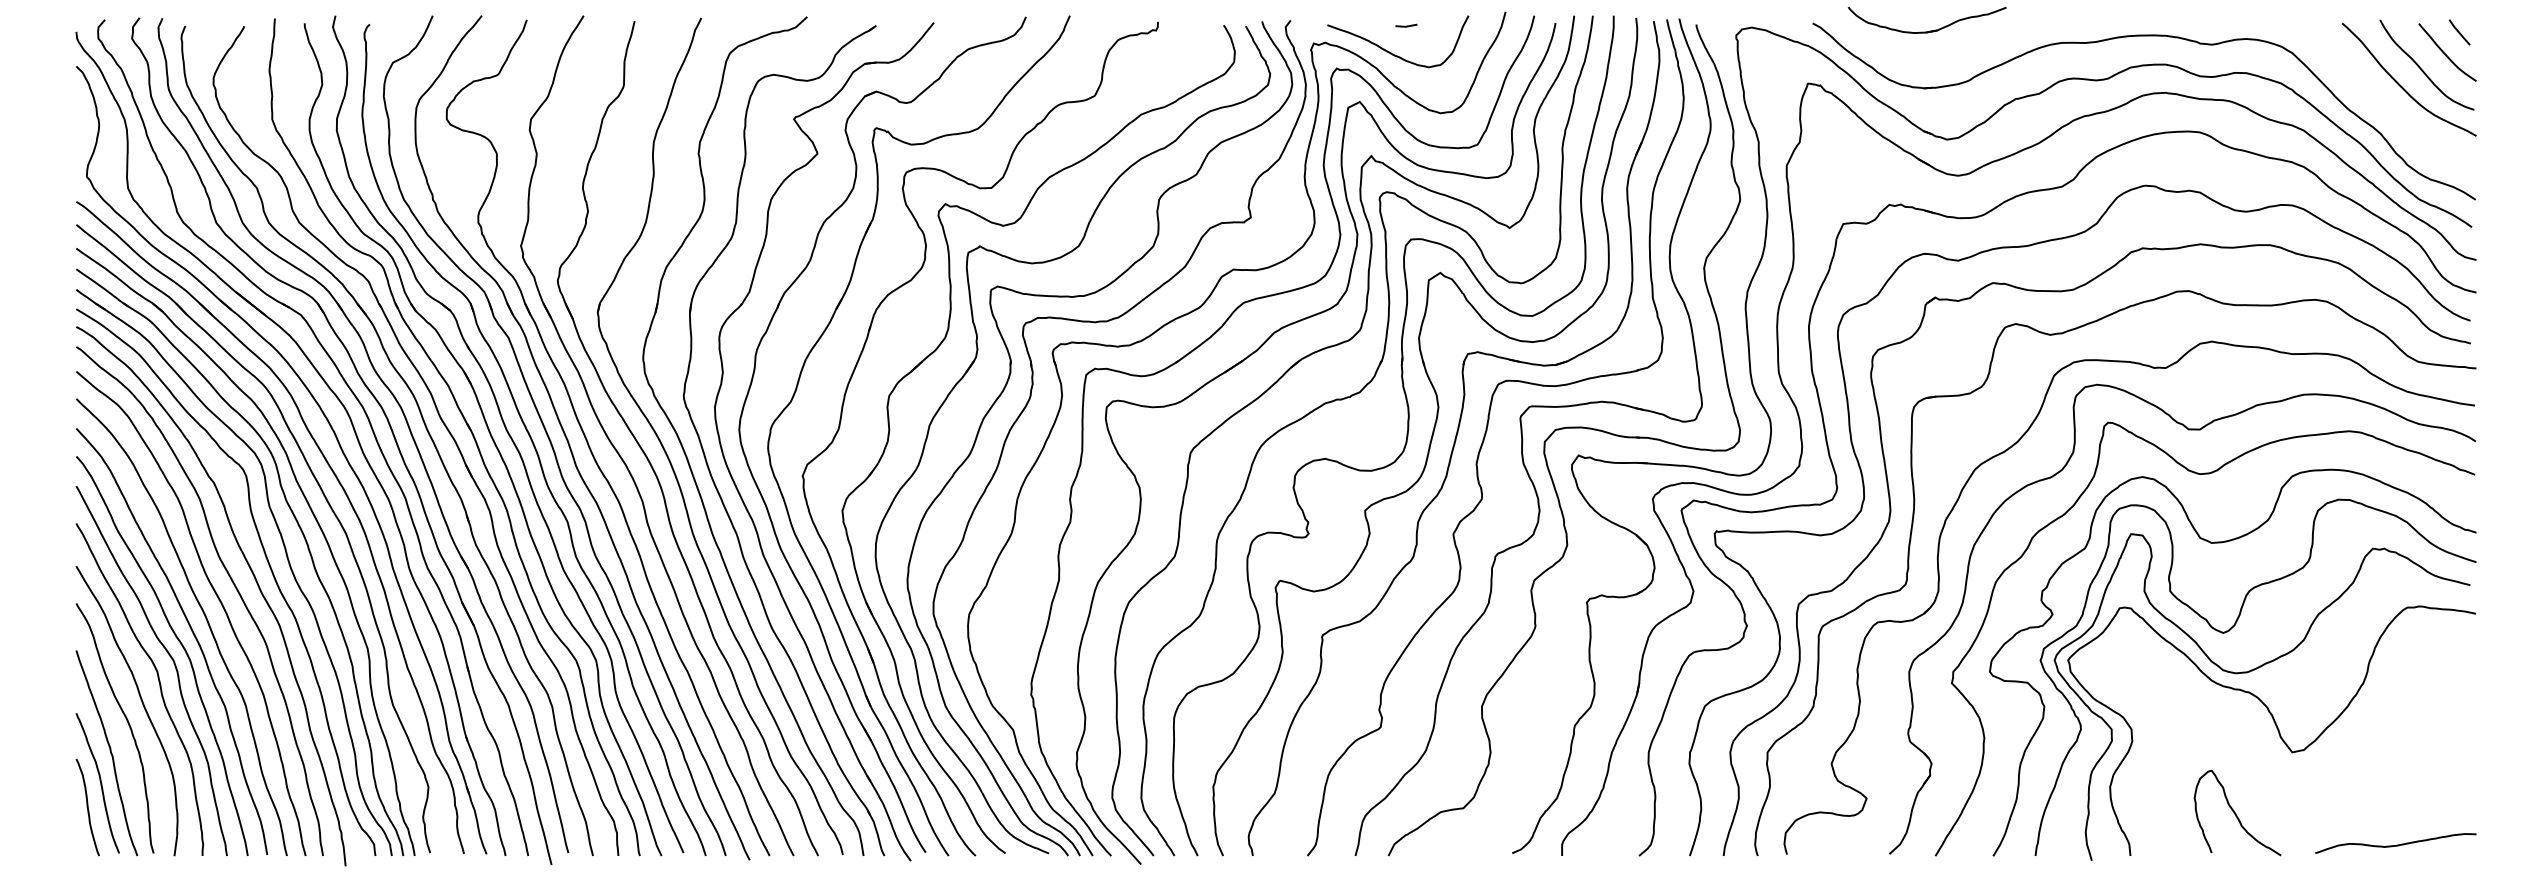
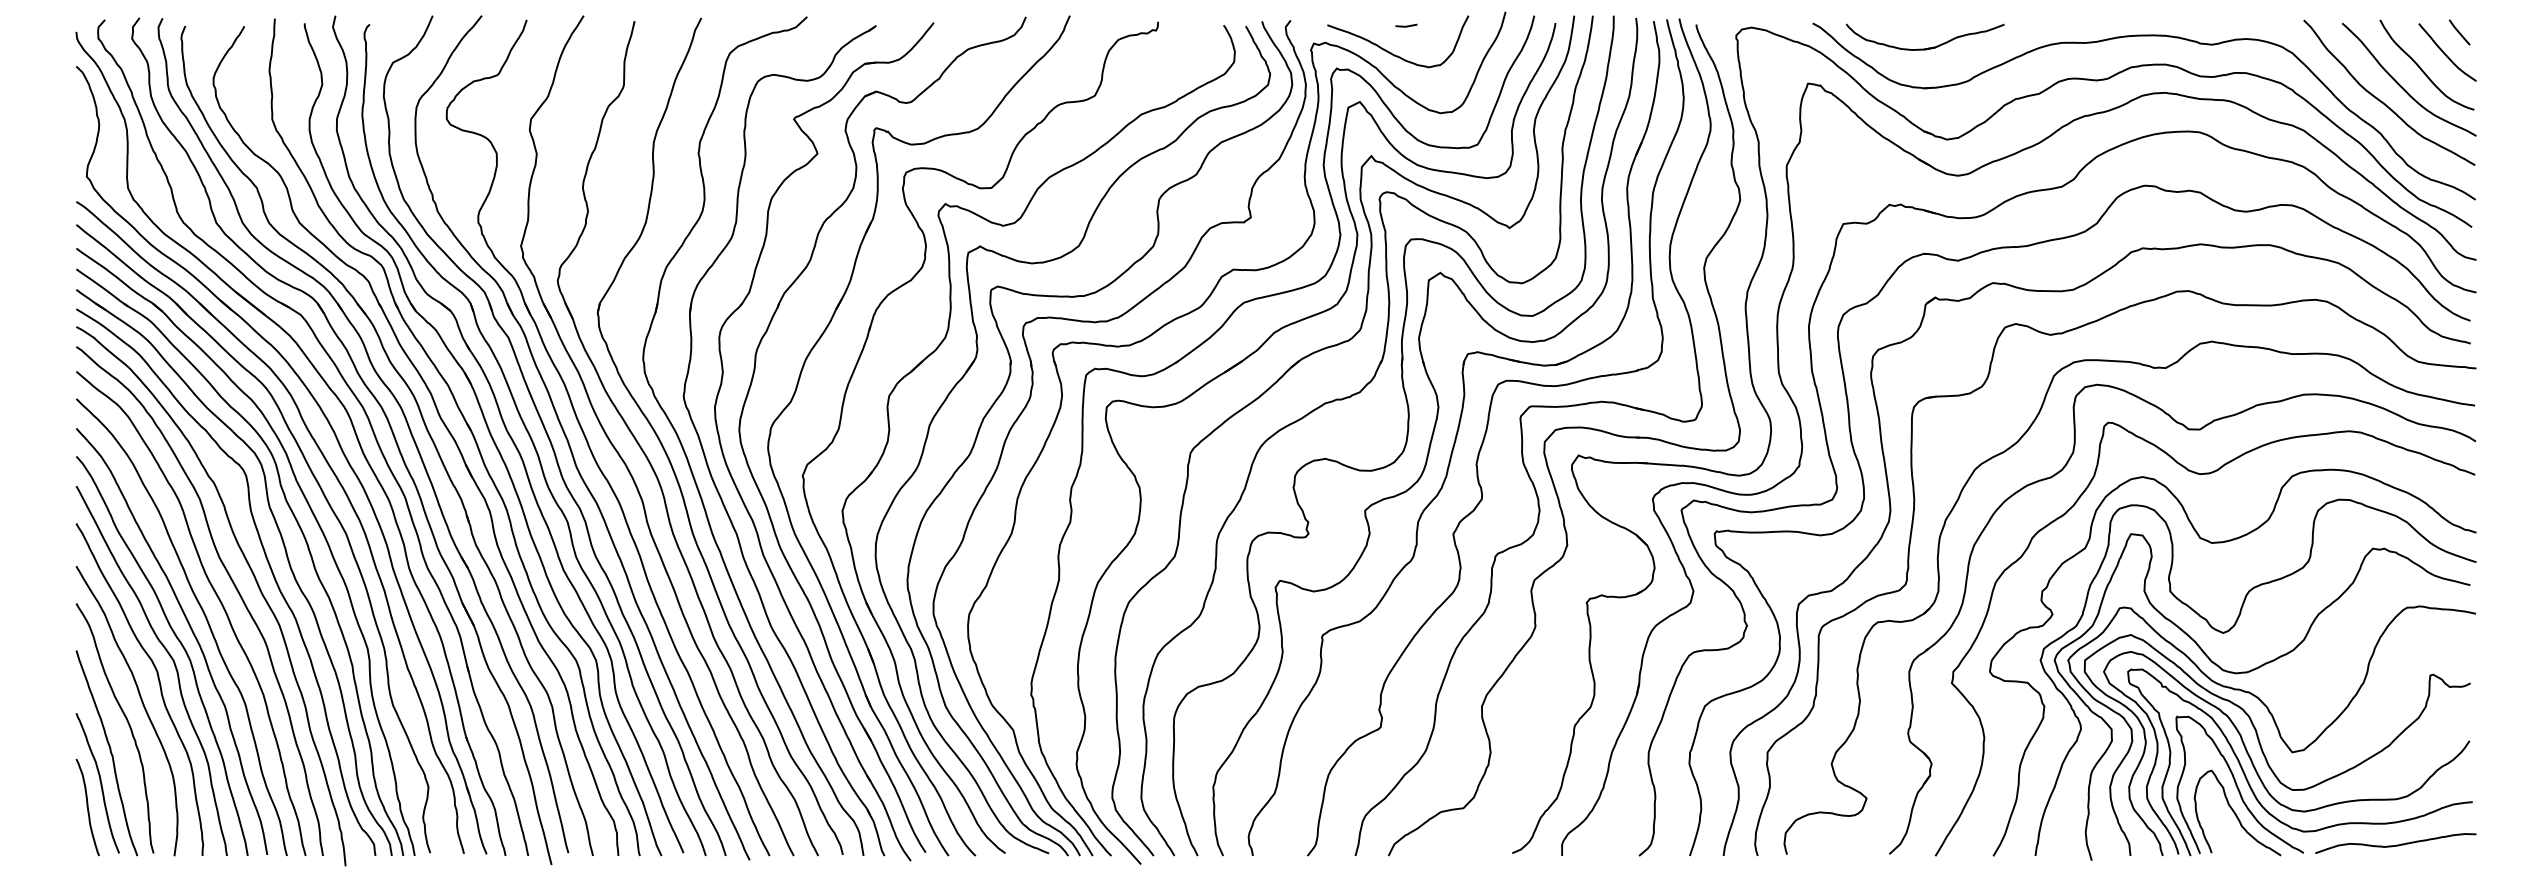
part at (1930, 30) position: (1930, 30) -> (1928, 47)
curve at (2384, 102): none -> present
part at (2263, 750): none -> present
